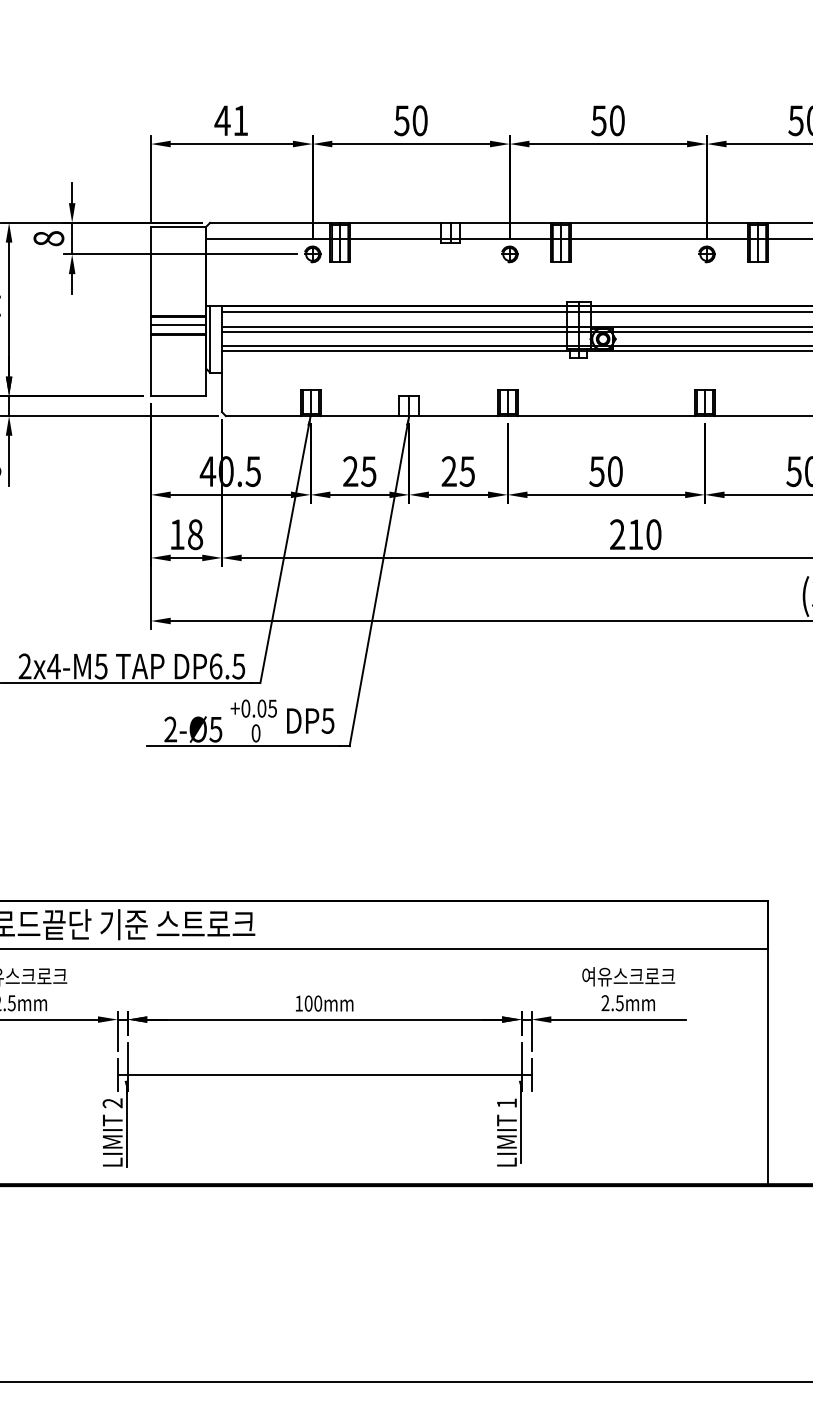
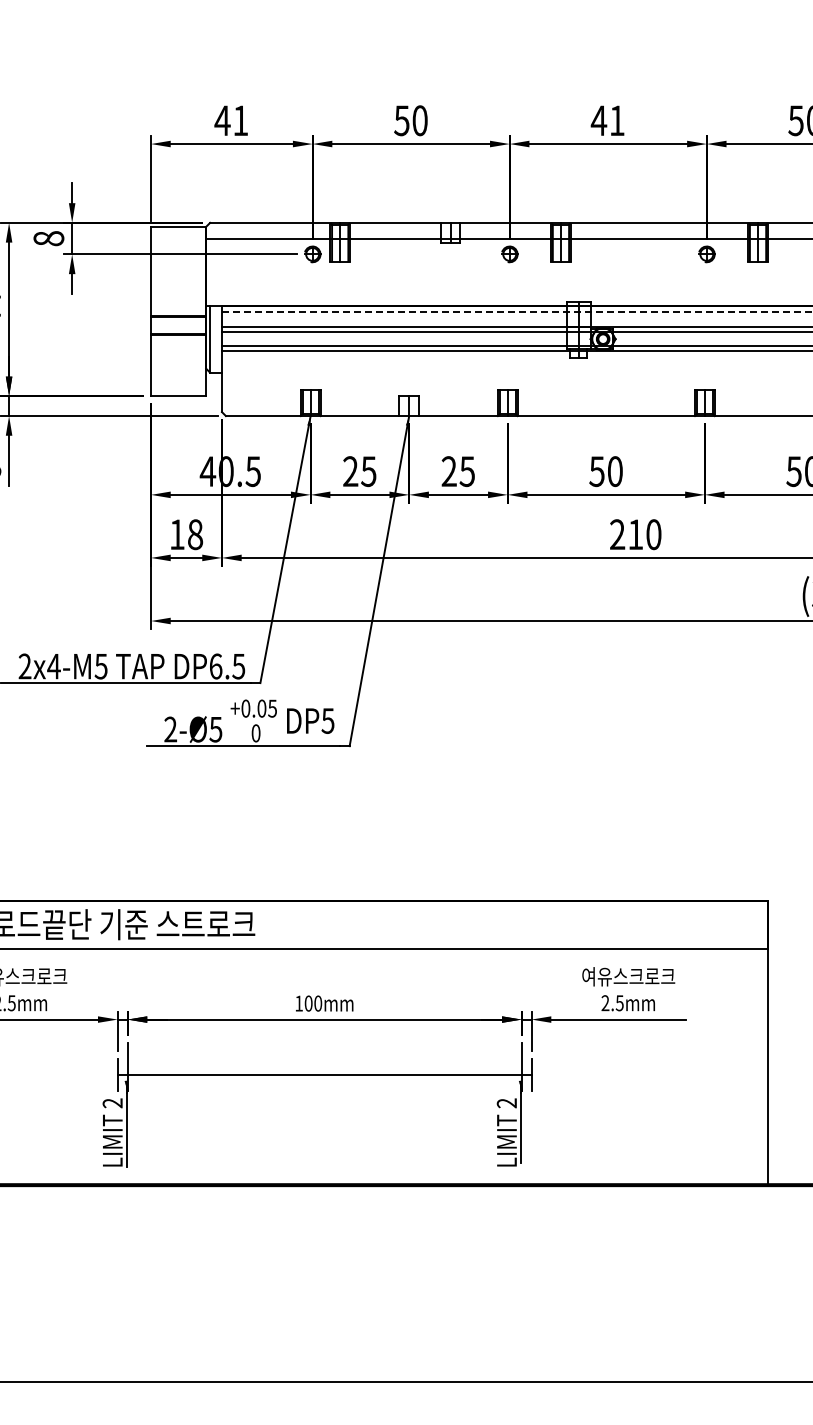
text at (607, 120): 50 -> 41
line at (517, 311): solid -> dashed
line at (178, 325): present -> none
text at (506, 1103): 1 -> 2
